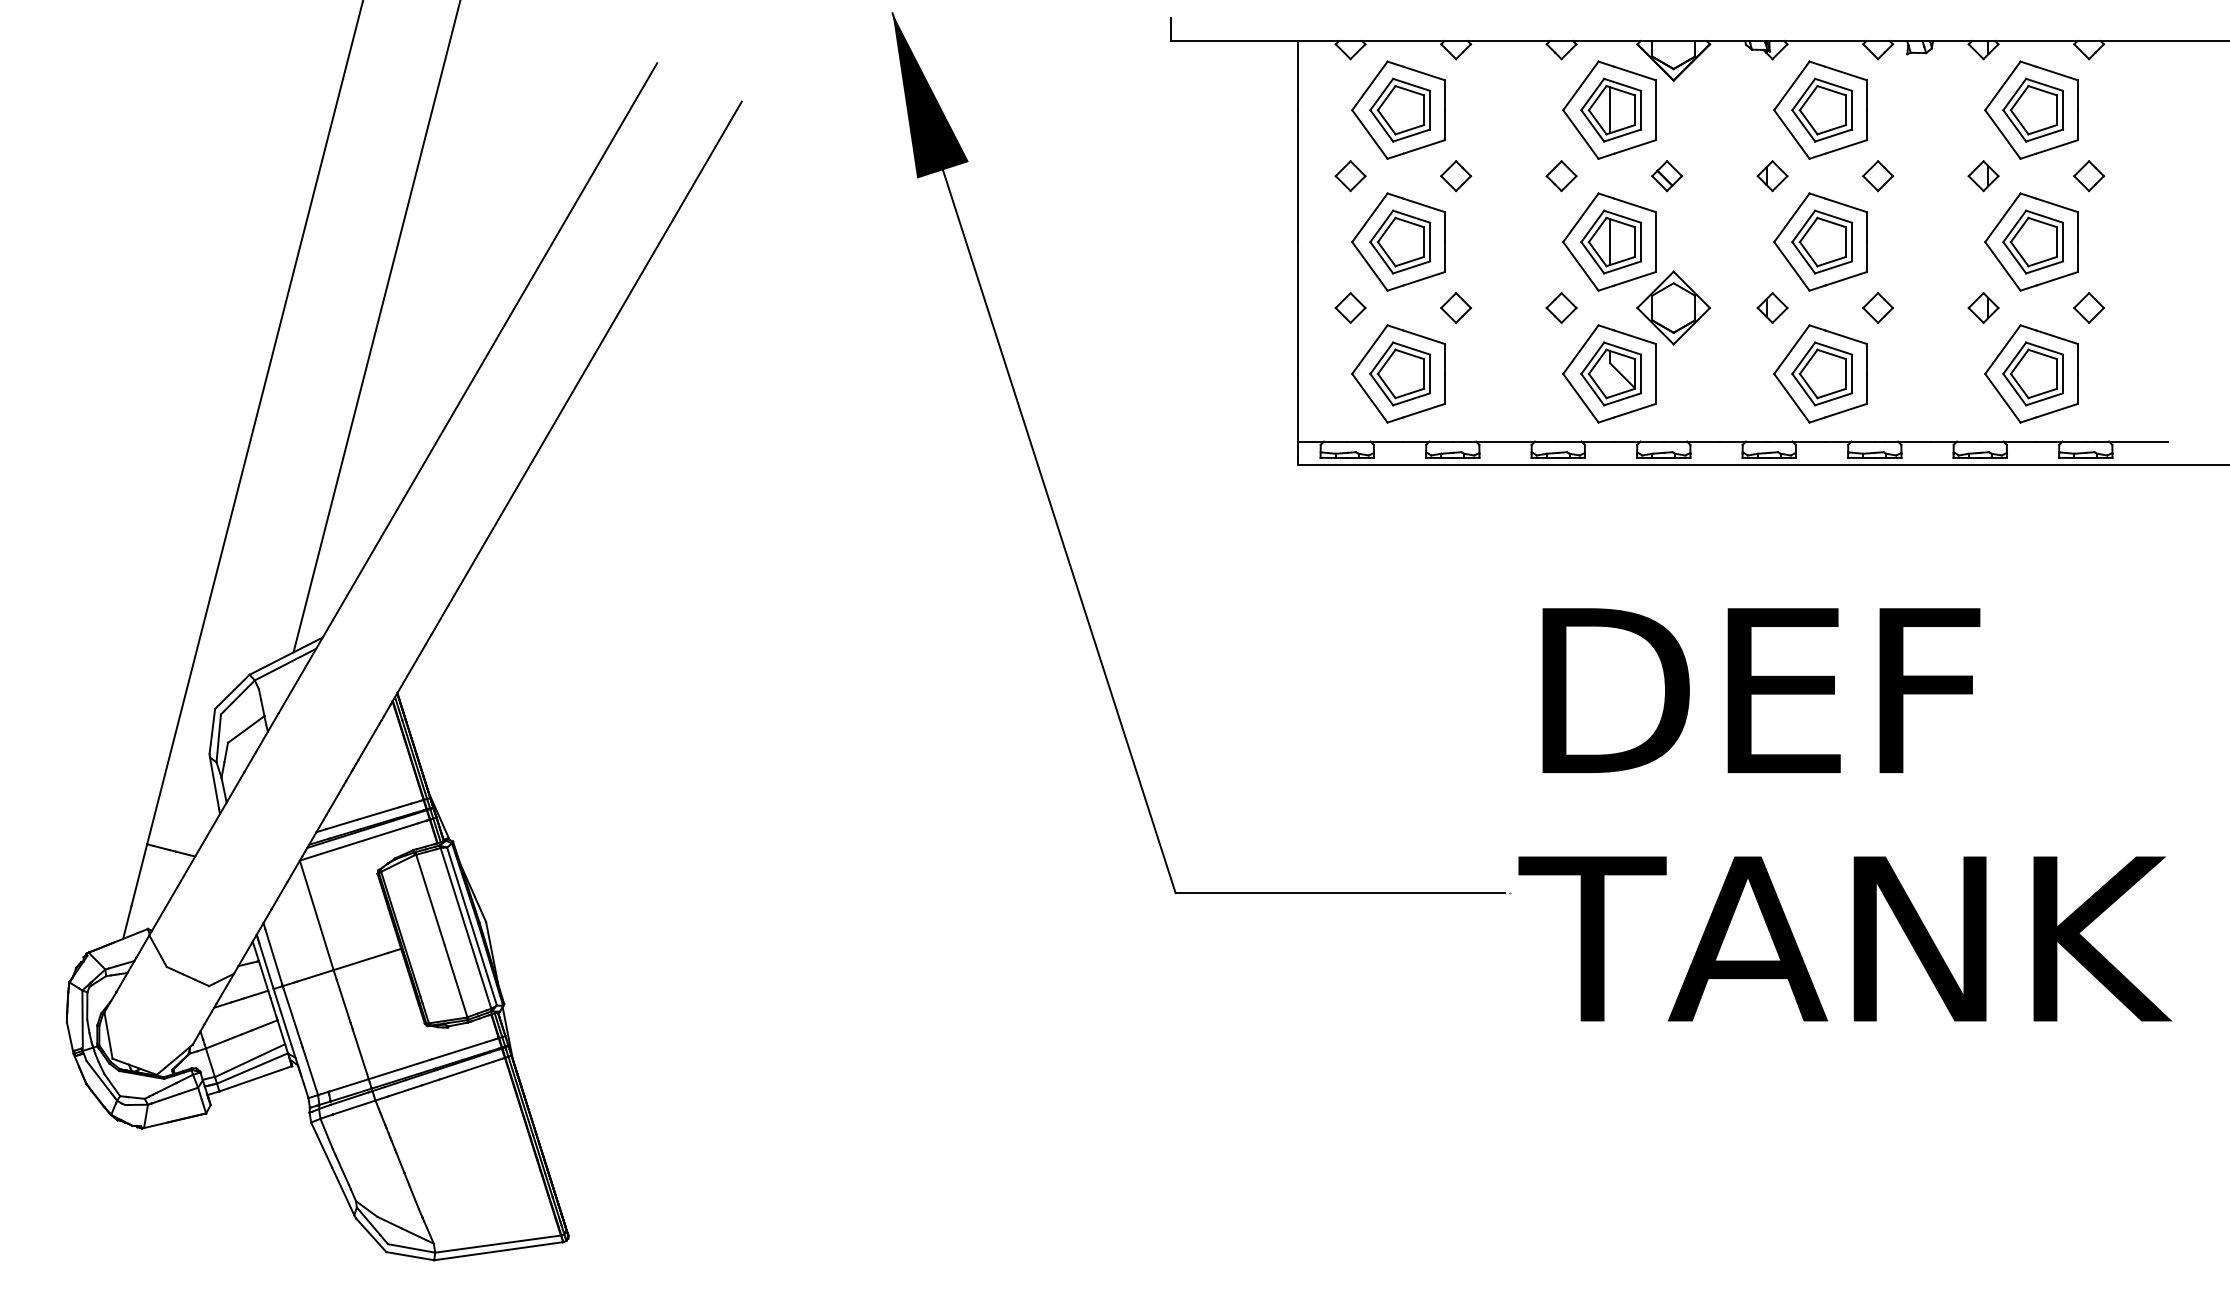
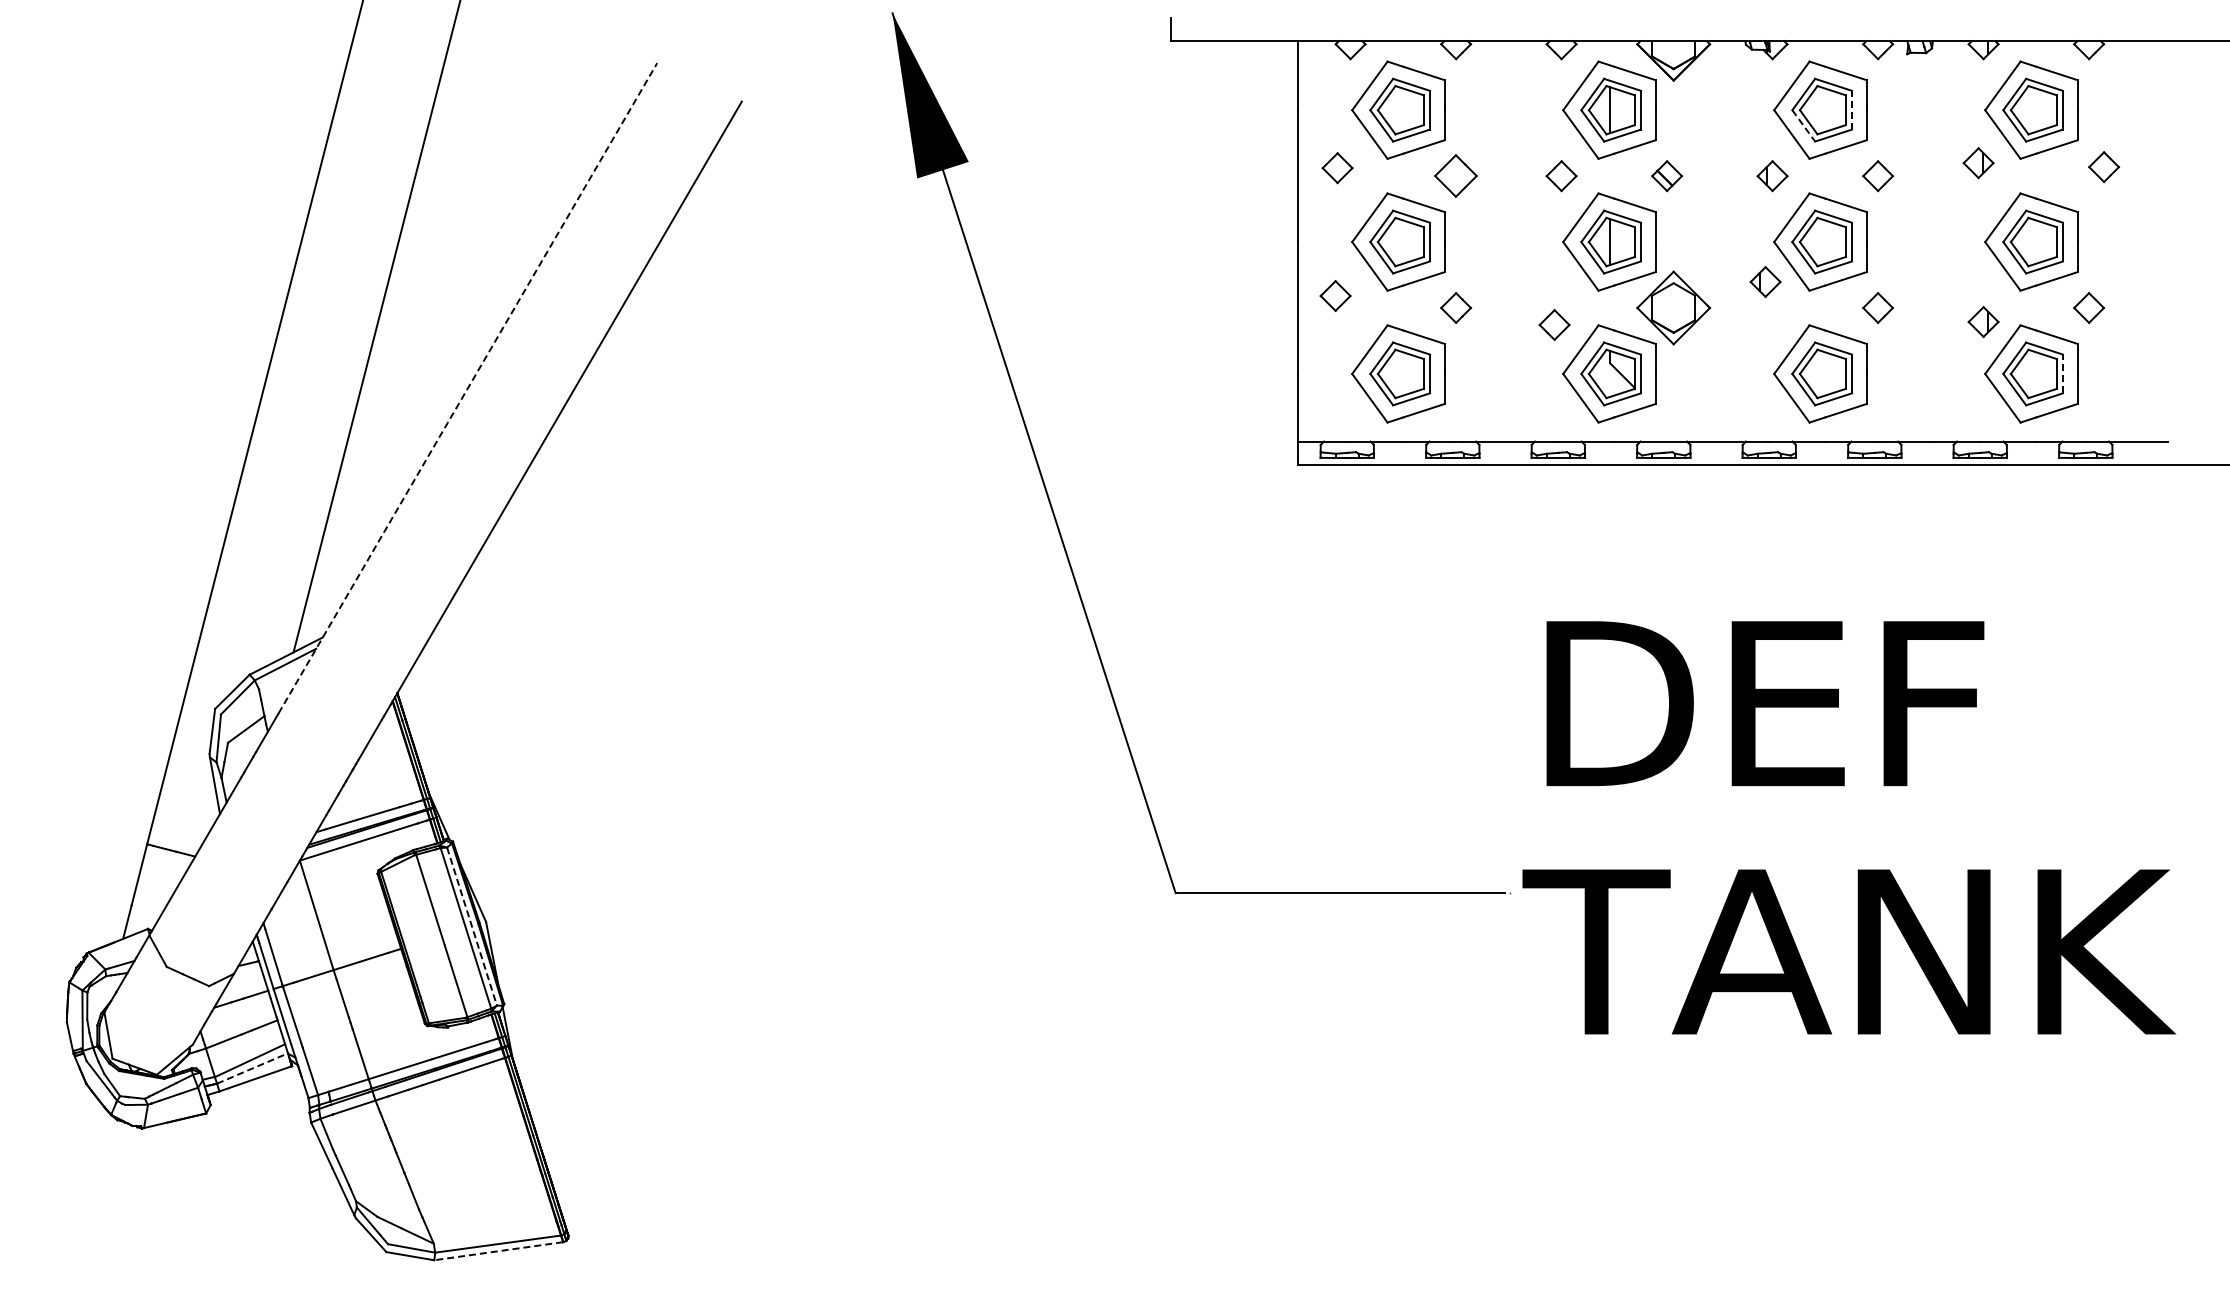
line at (1852, 109): solid -> dashed
line at (1804, 126): solid -> dashed
part at (1350, 176) position: (1350, 176) -> (1337, 168)
part at (1456, 176) size: 33x33 px -> 44x44 px
part at (1983, 176) position: (1983, 176) -> (1978, 163)
part at (2089, 176) position: (2089, 176) -> (2104, 167)
part at (1350, 307) position: (1350, 307) -> (1335, 295)
part at (1561, 307) position: (1561, 307) -> (1554, 324)
part at (1772, 307) position: (1772, 307) -> (1765, 281)
part at (1983, 307) position: (1983, 307) -> (1983, 321)
line at (2063, 373): solid -> dashed
line at (468, 387): solid -> dashed
text at (1845, 814) position: (1845, 814) -> (1849, 827)
line at (472, 926): solid -> dashed
line at (252, 1068): solid -> dashed
line at (498, 1251): solid -> dashed
